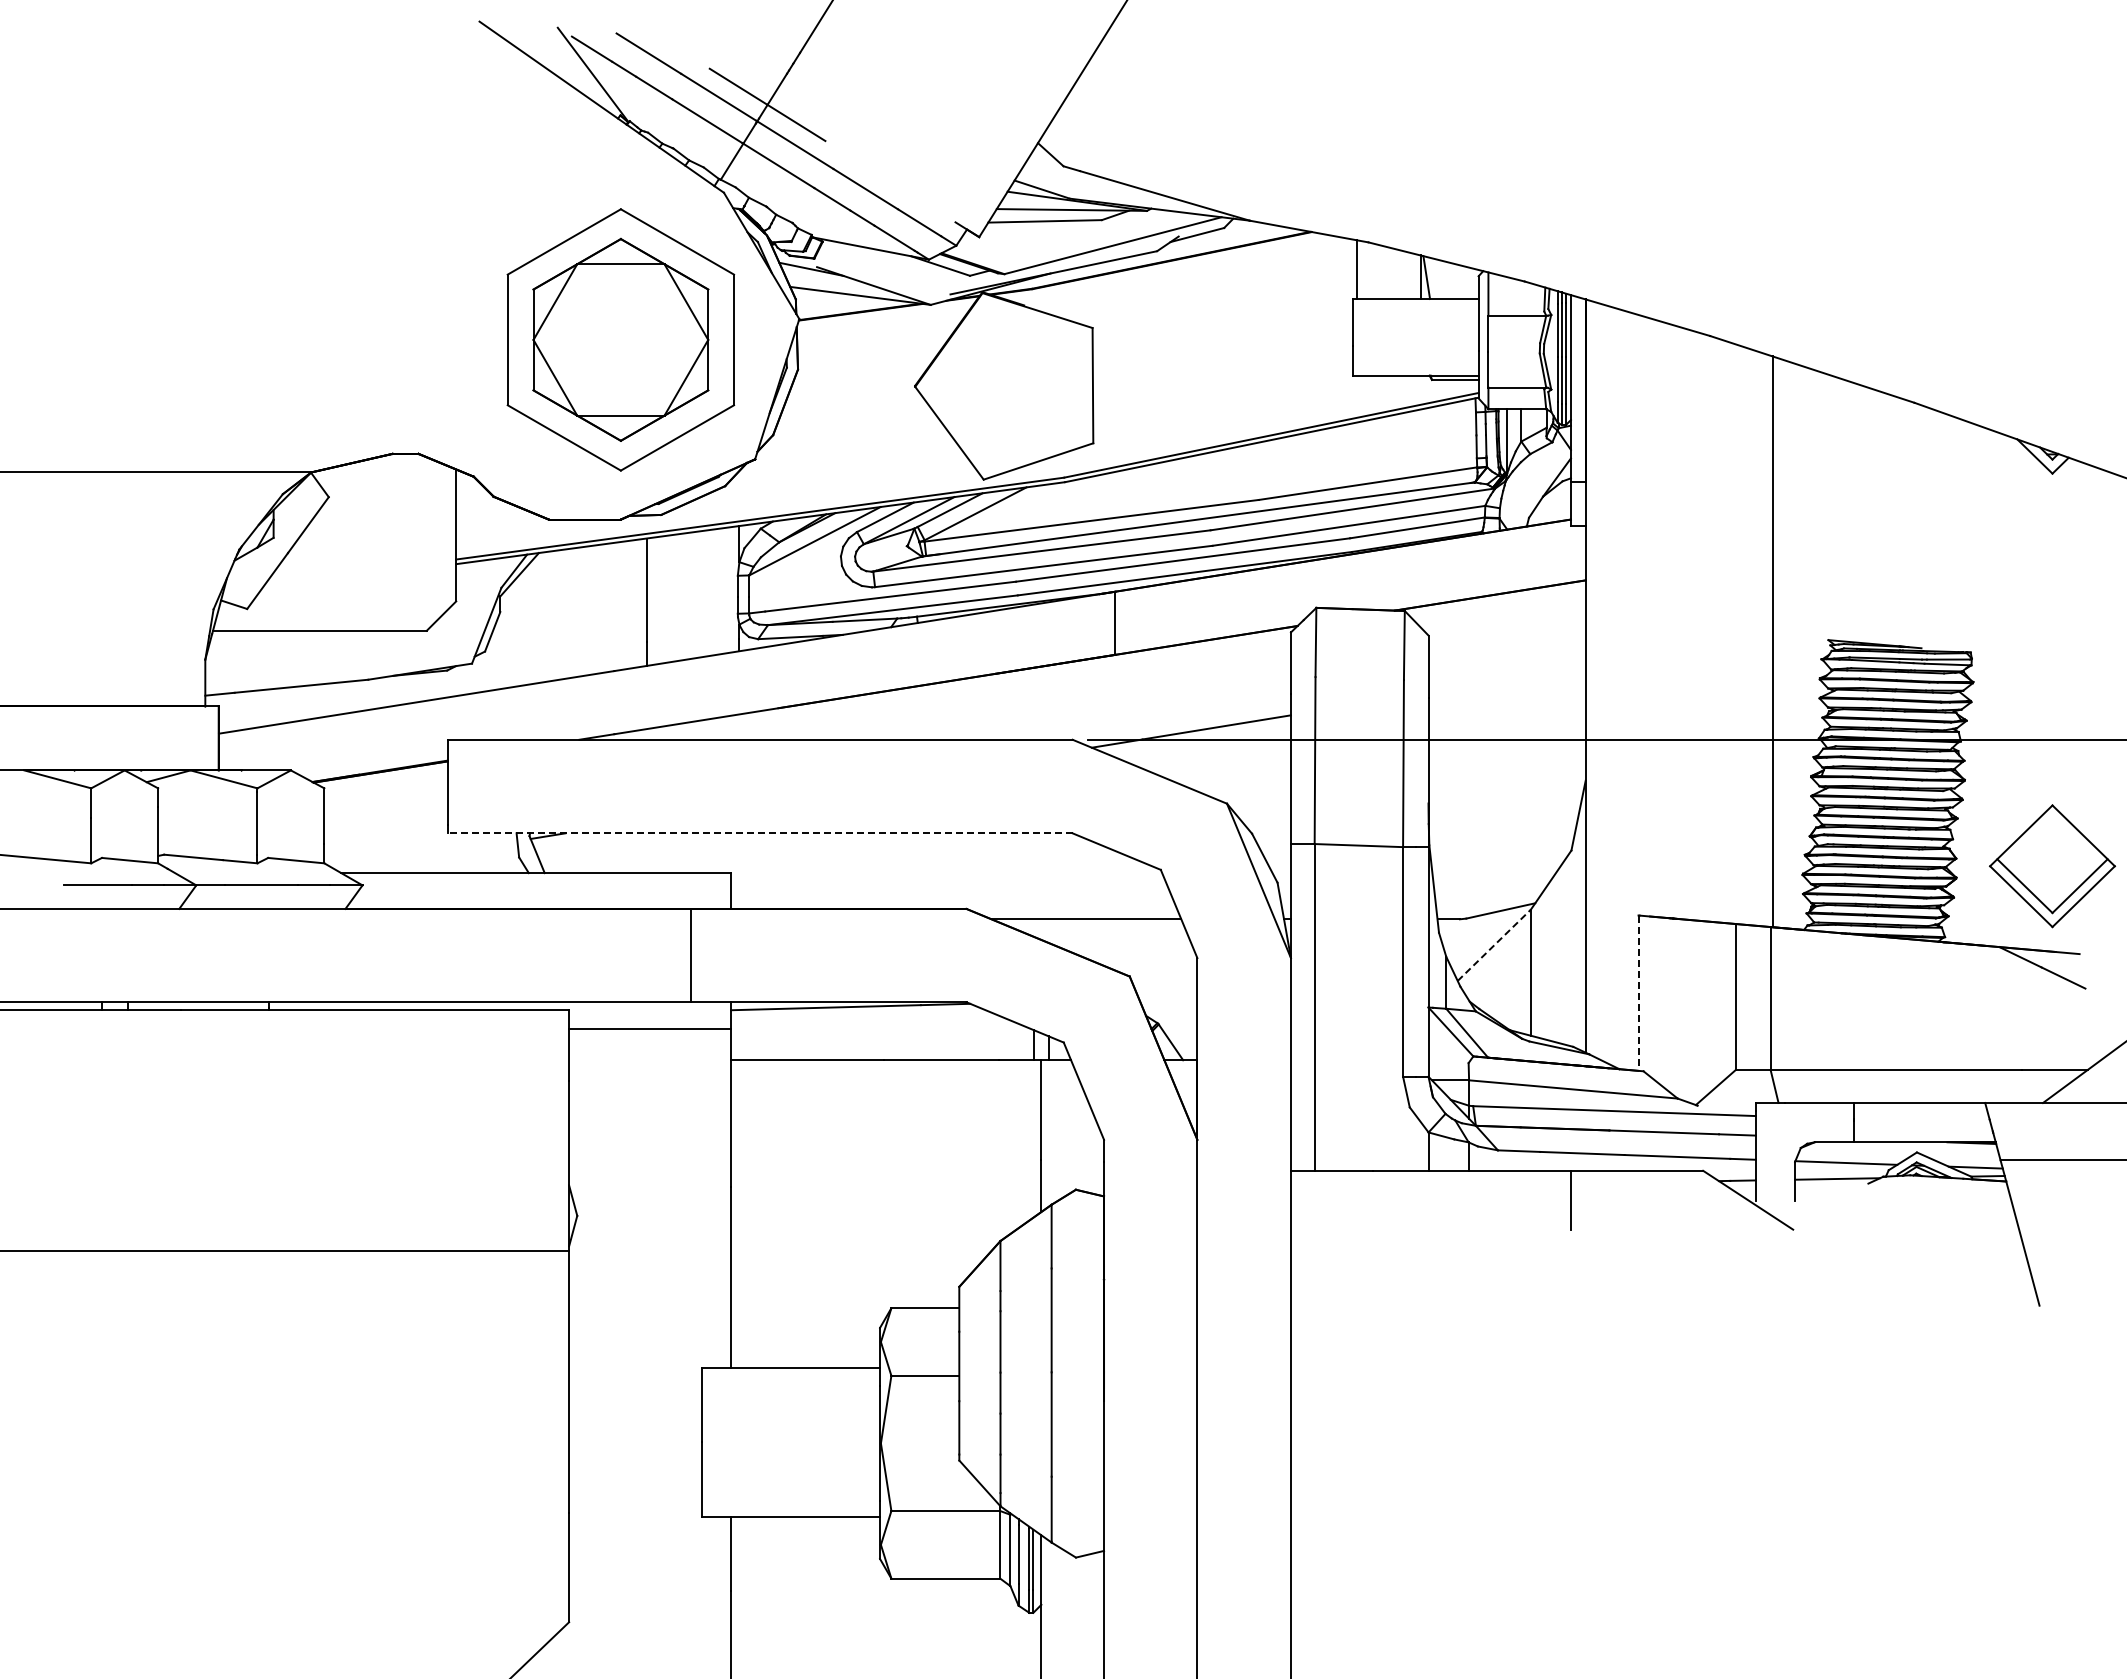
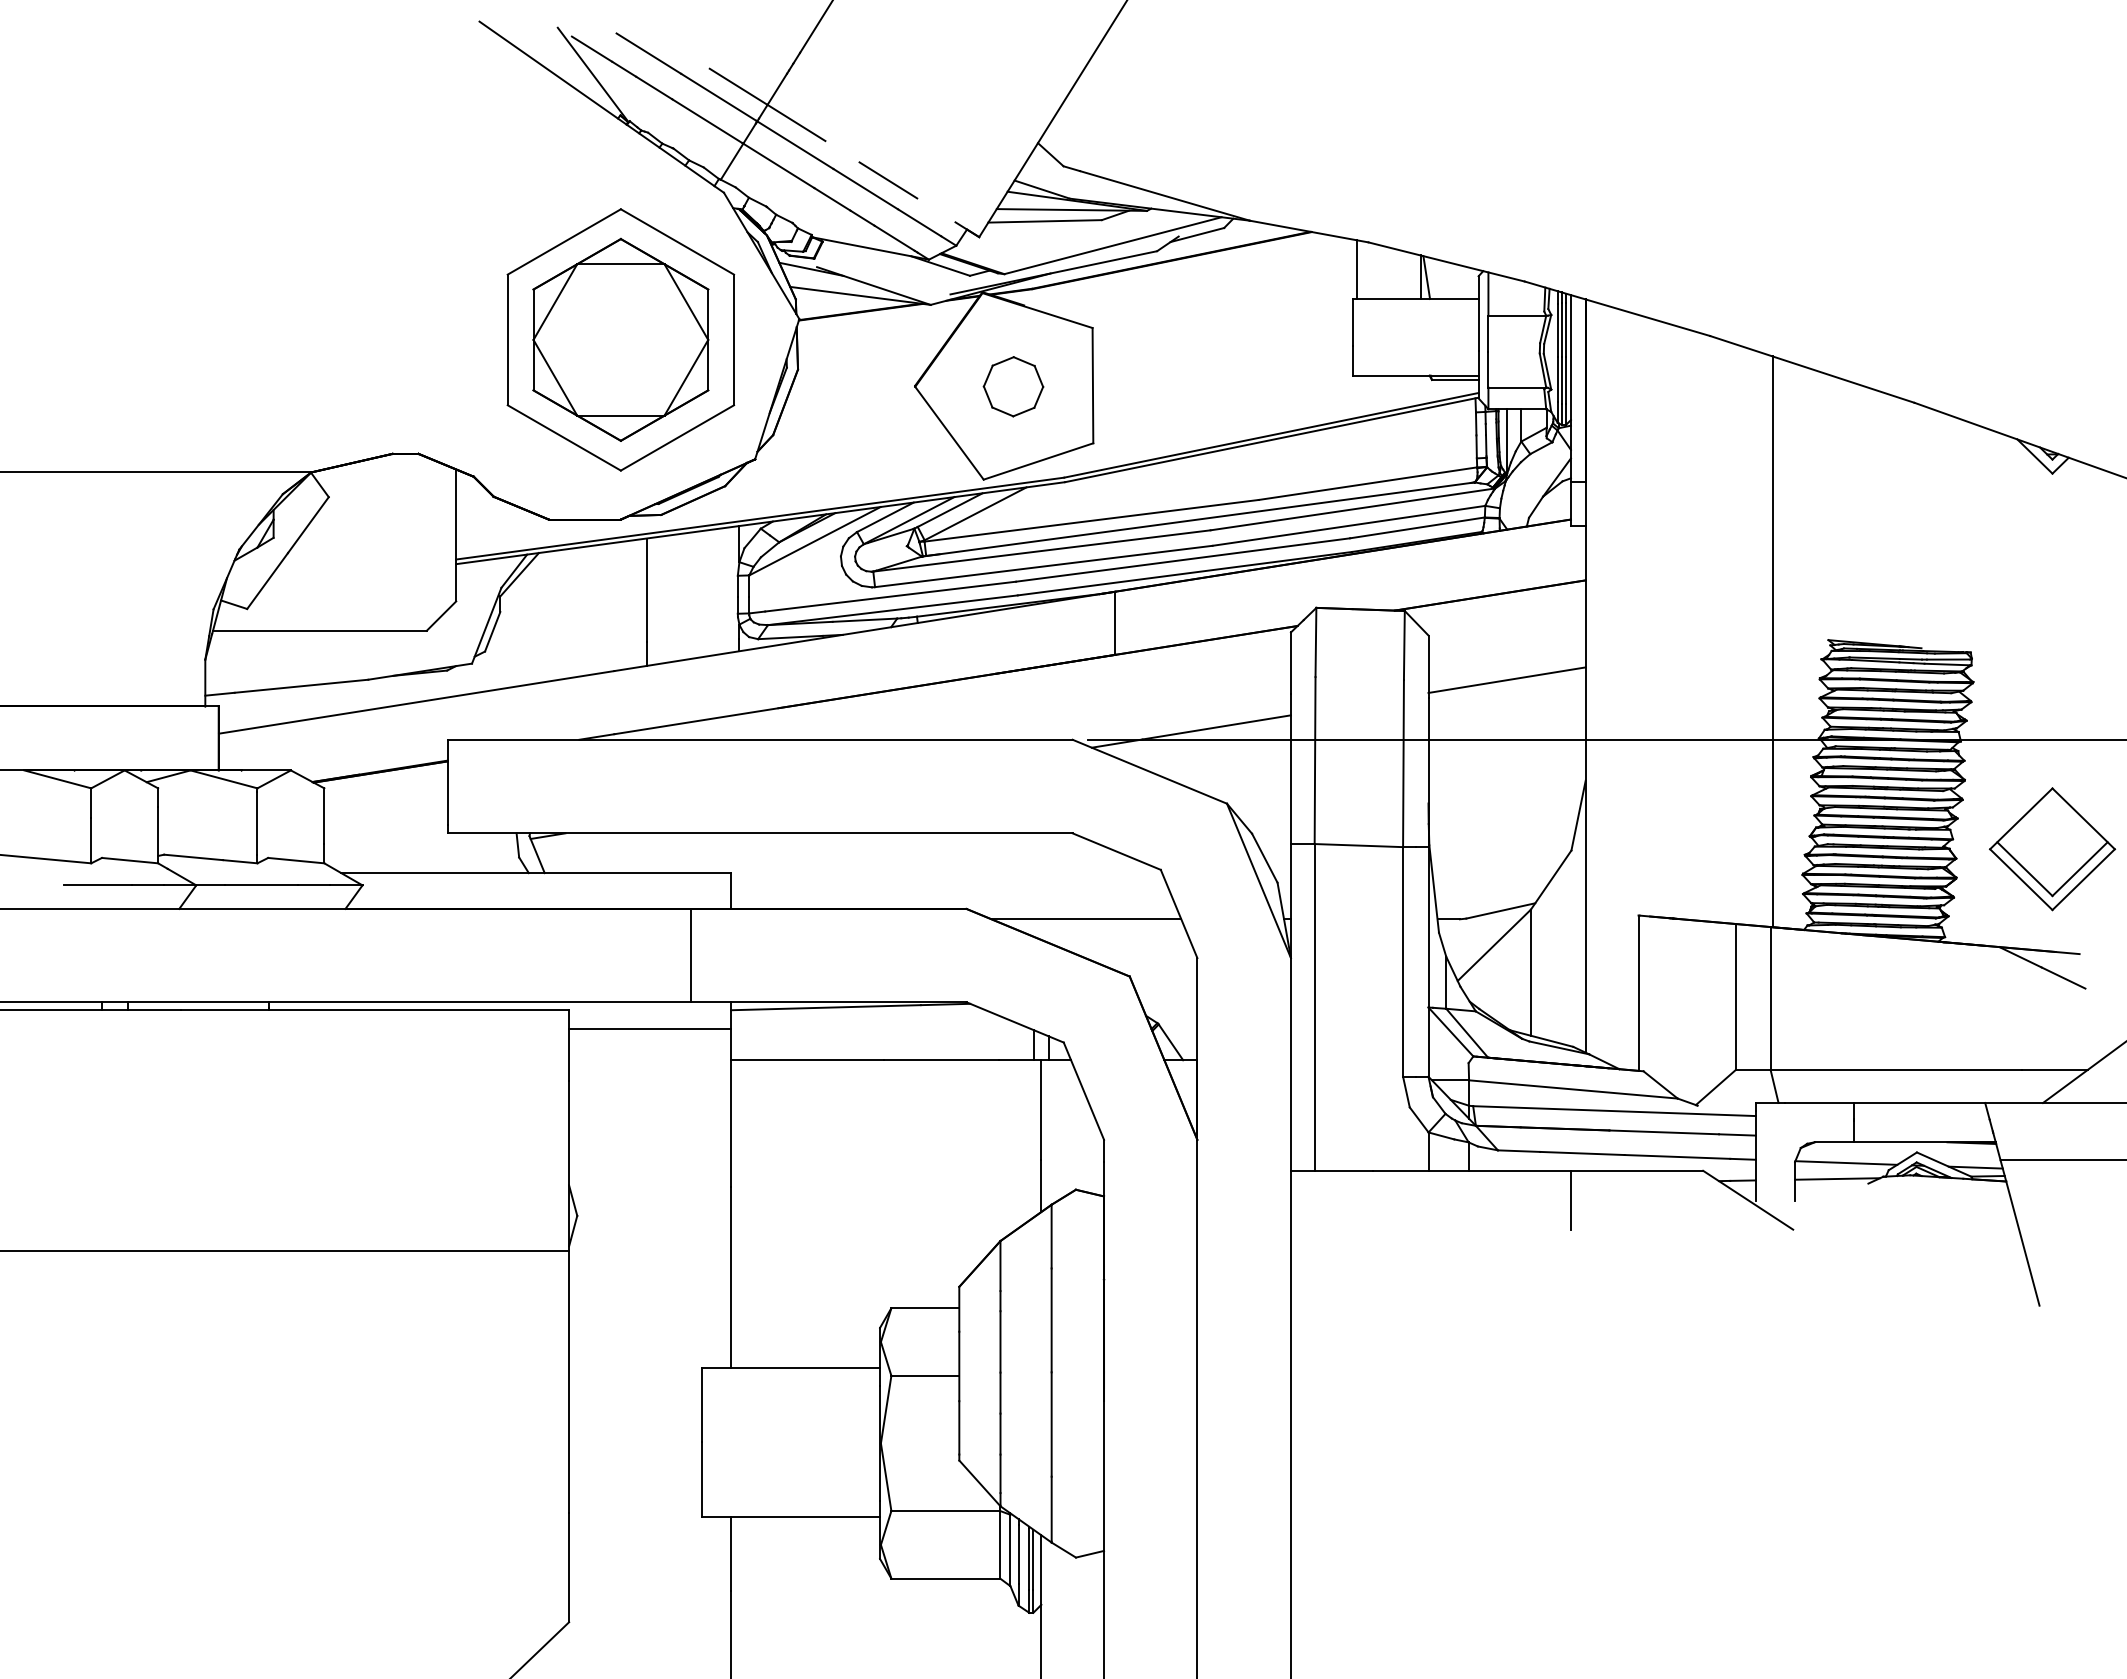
line at (888, 180): none -> present
part at (1013, 386): none -> present
line at (1506, 679): none -> present
line at (760, 833): dashed -> solid
part at (2052, 866) position: (2052, 866) -> (2052, 849)
line at (1494, 944): dashed -> solid
line at (1638, 993): dashed -> solid
